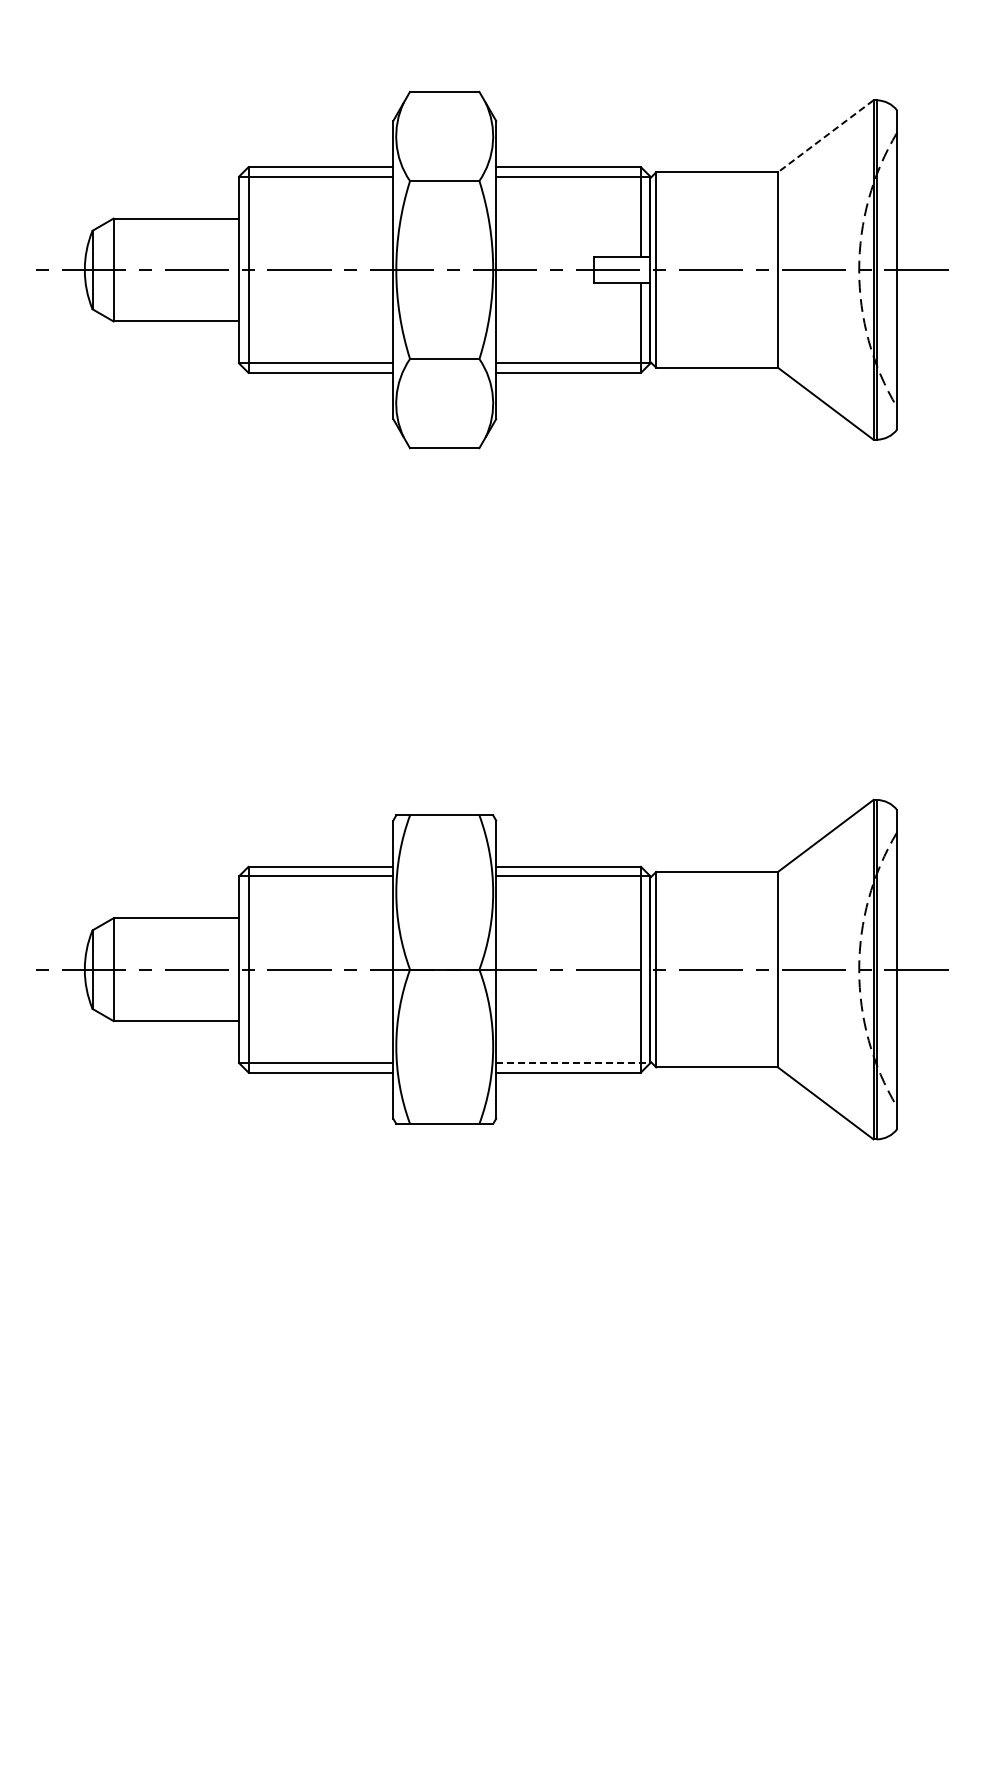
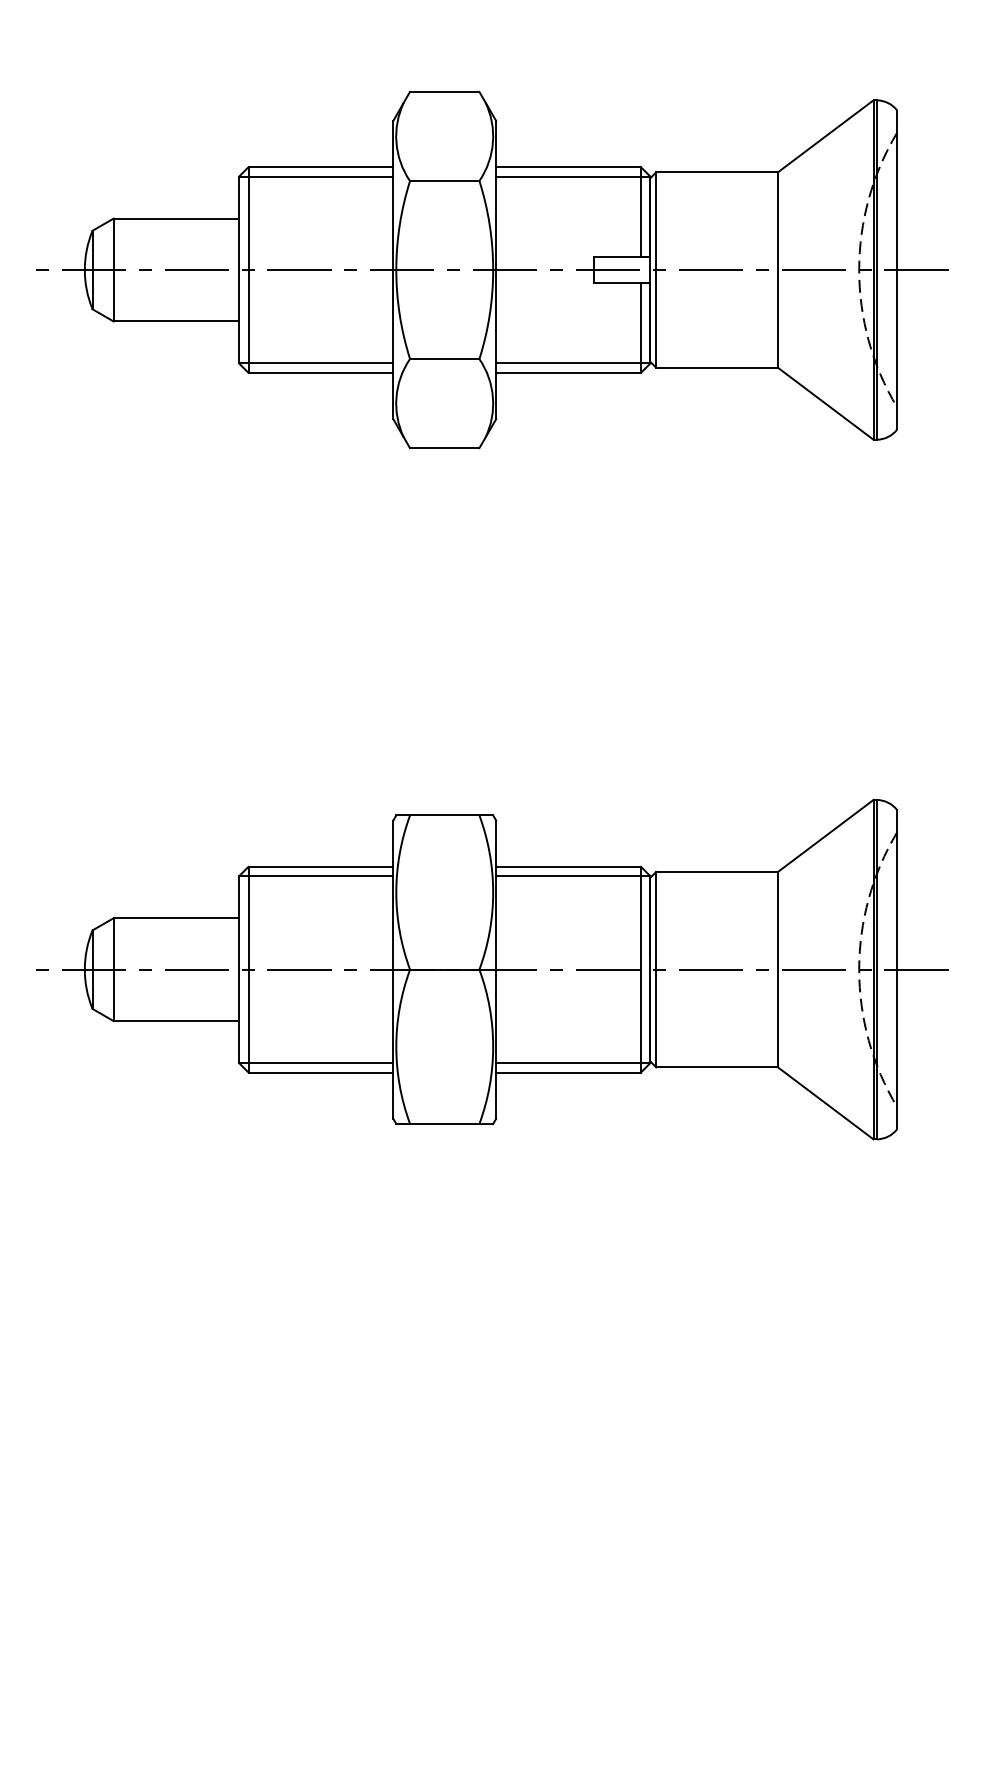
line at (825, 136): dashed -> solid
line at (573, 1063): dashed -> solid
